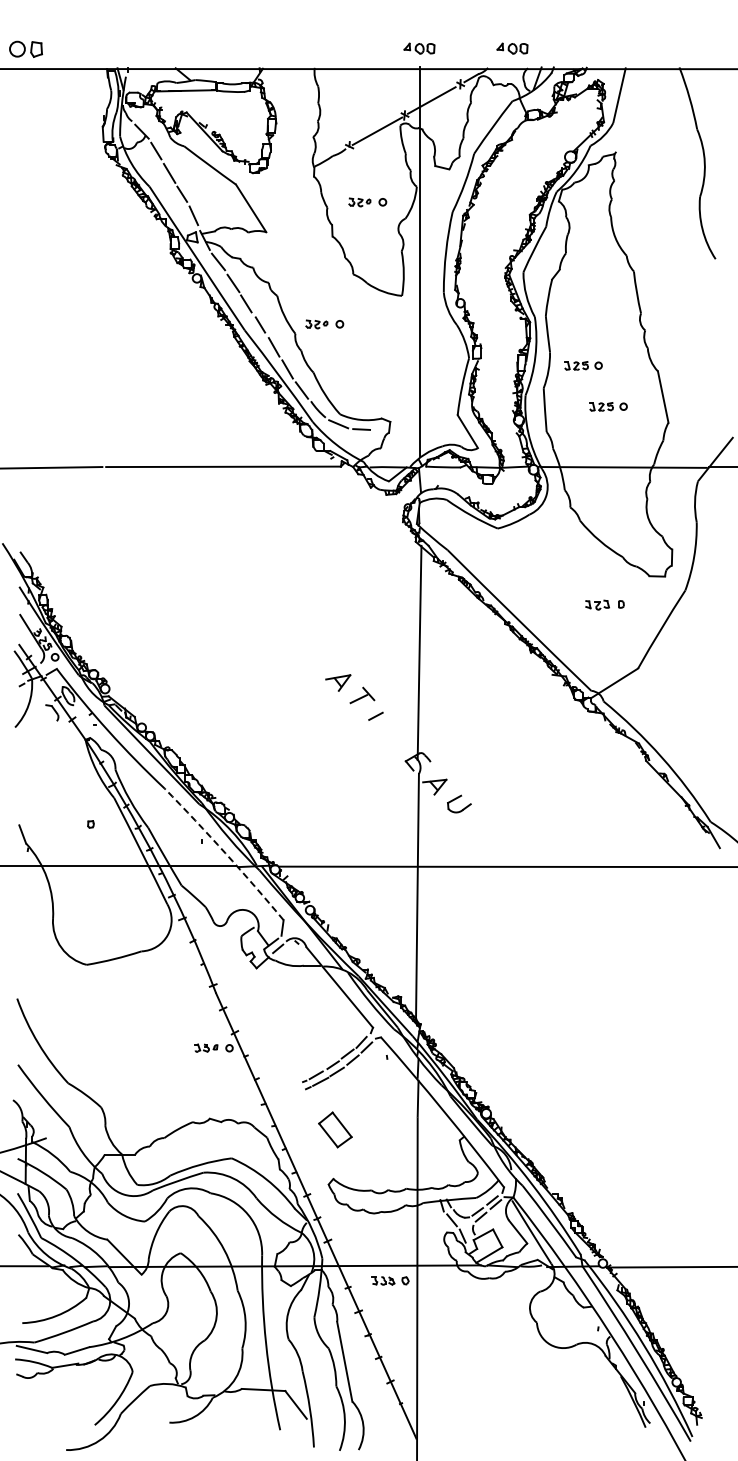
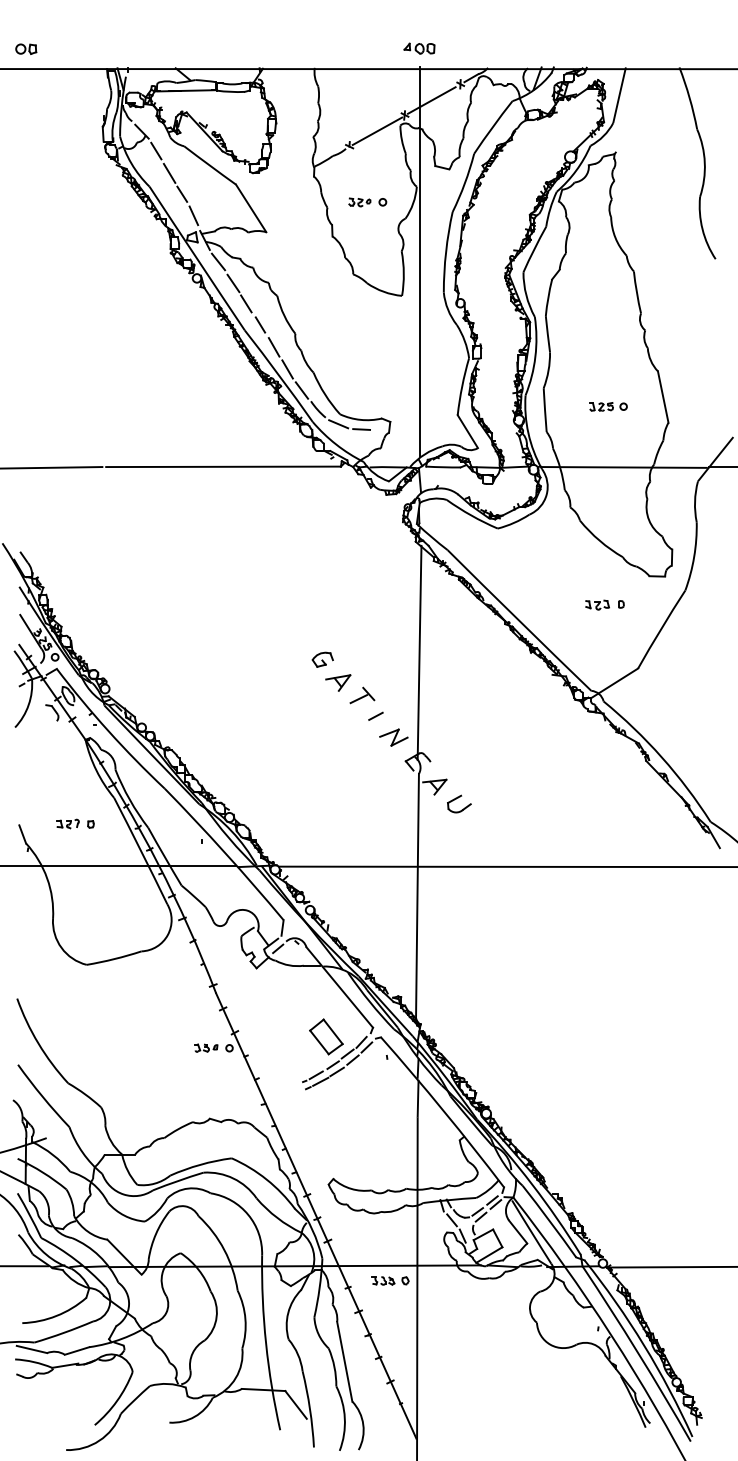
part at (25, 48) size: 34x18 px -> 23x12 px
part at (512, 48): present -> none
part at (324, 324): present -> none
part at (583, 365): present -> none
part at (322, 659): none -> present
part at (393, 737): none -> present
part at (67, 823): none -> present
arc at (225, 853): dashed -> solid
part at (335, 1129) position: (335, 1129) -> (326, 1036)
